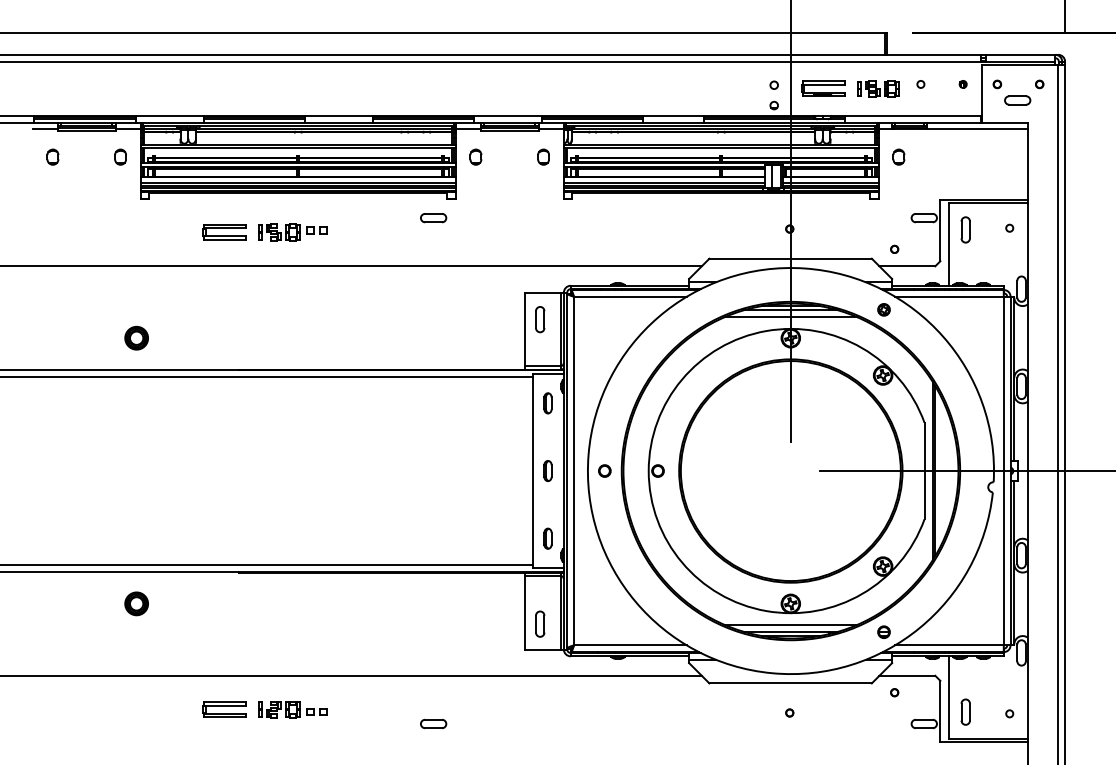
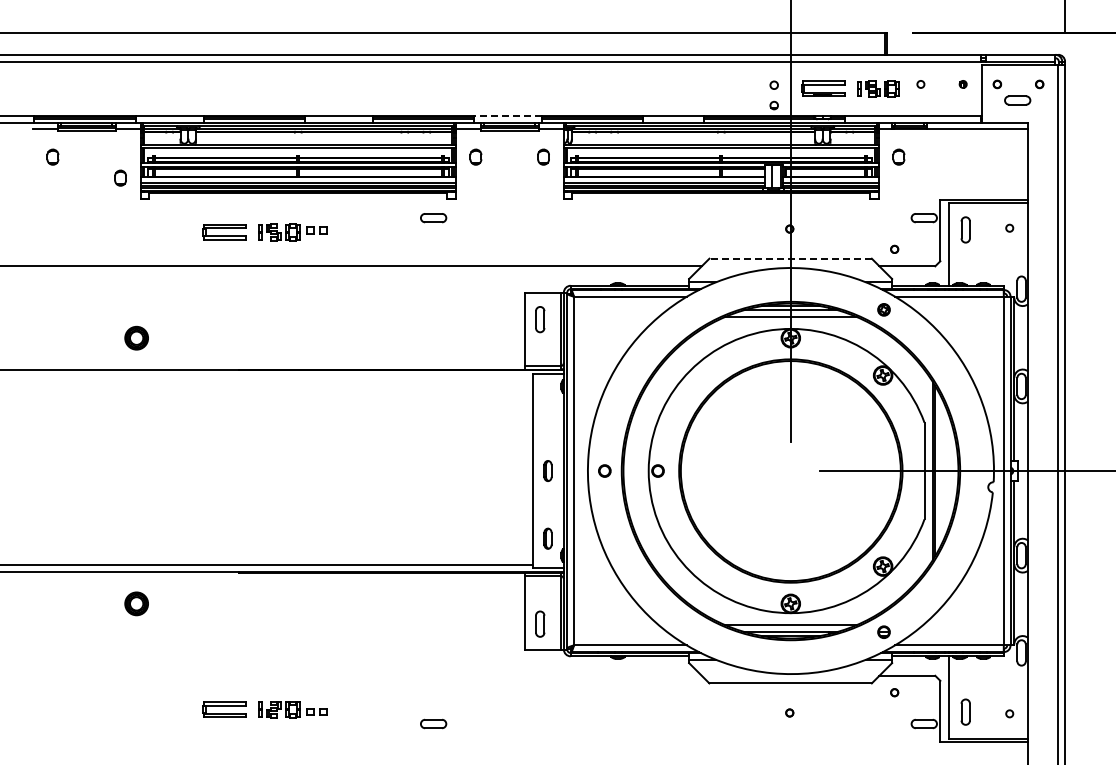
line at (508, 115): solid -> dashed
part at (120, 156) position: (120, 156) -> (120, 177)
line at (790, 258): solid -> dashed
line at (267, 377): present -> none
part at (547, 403): present -> none
line at (351, 675): present -> none
